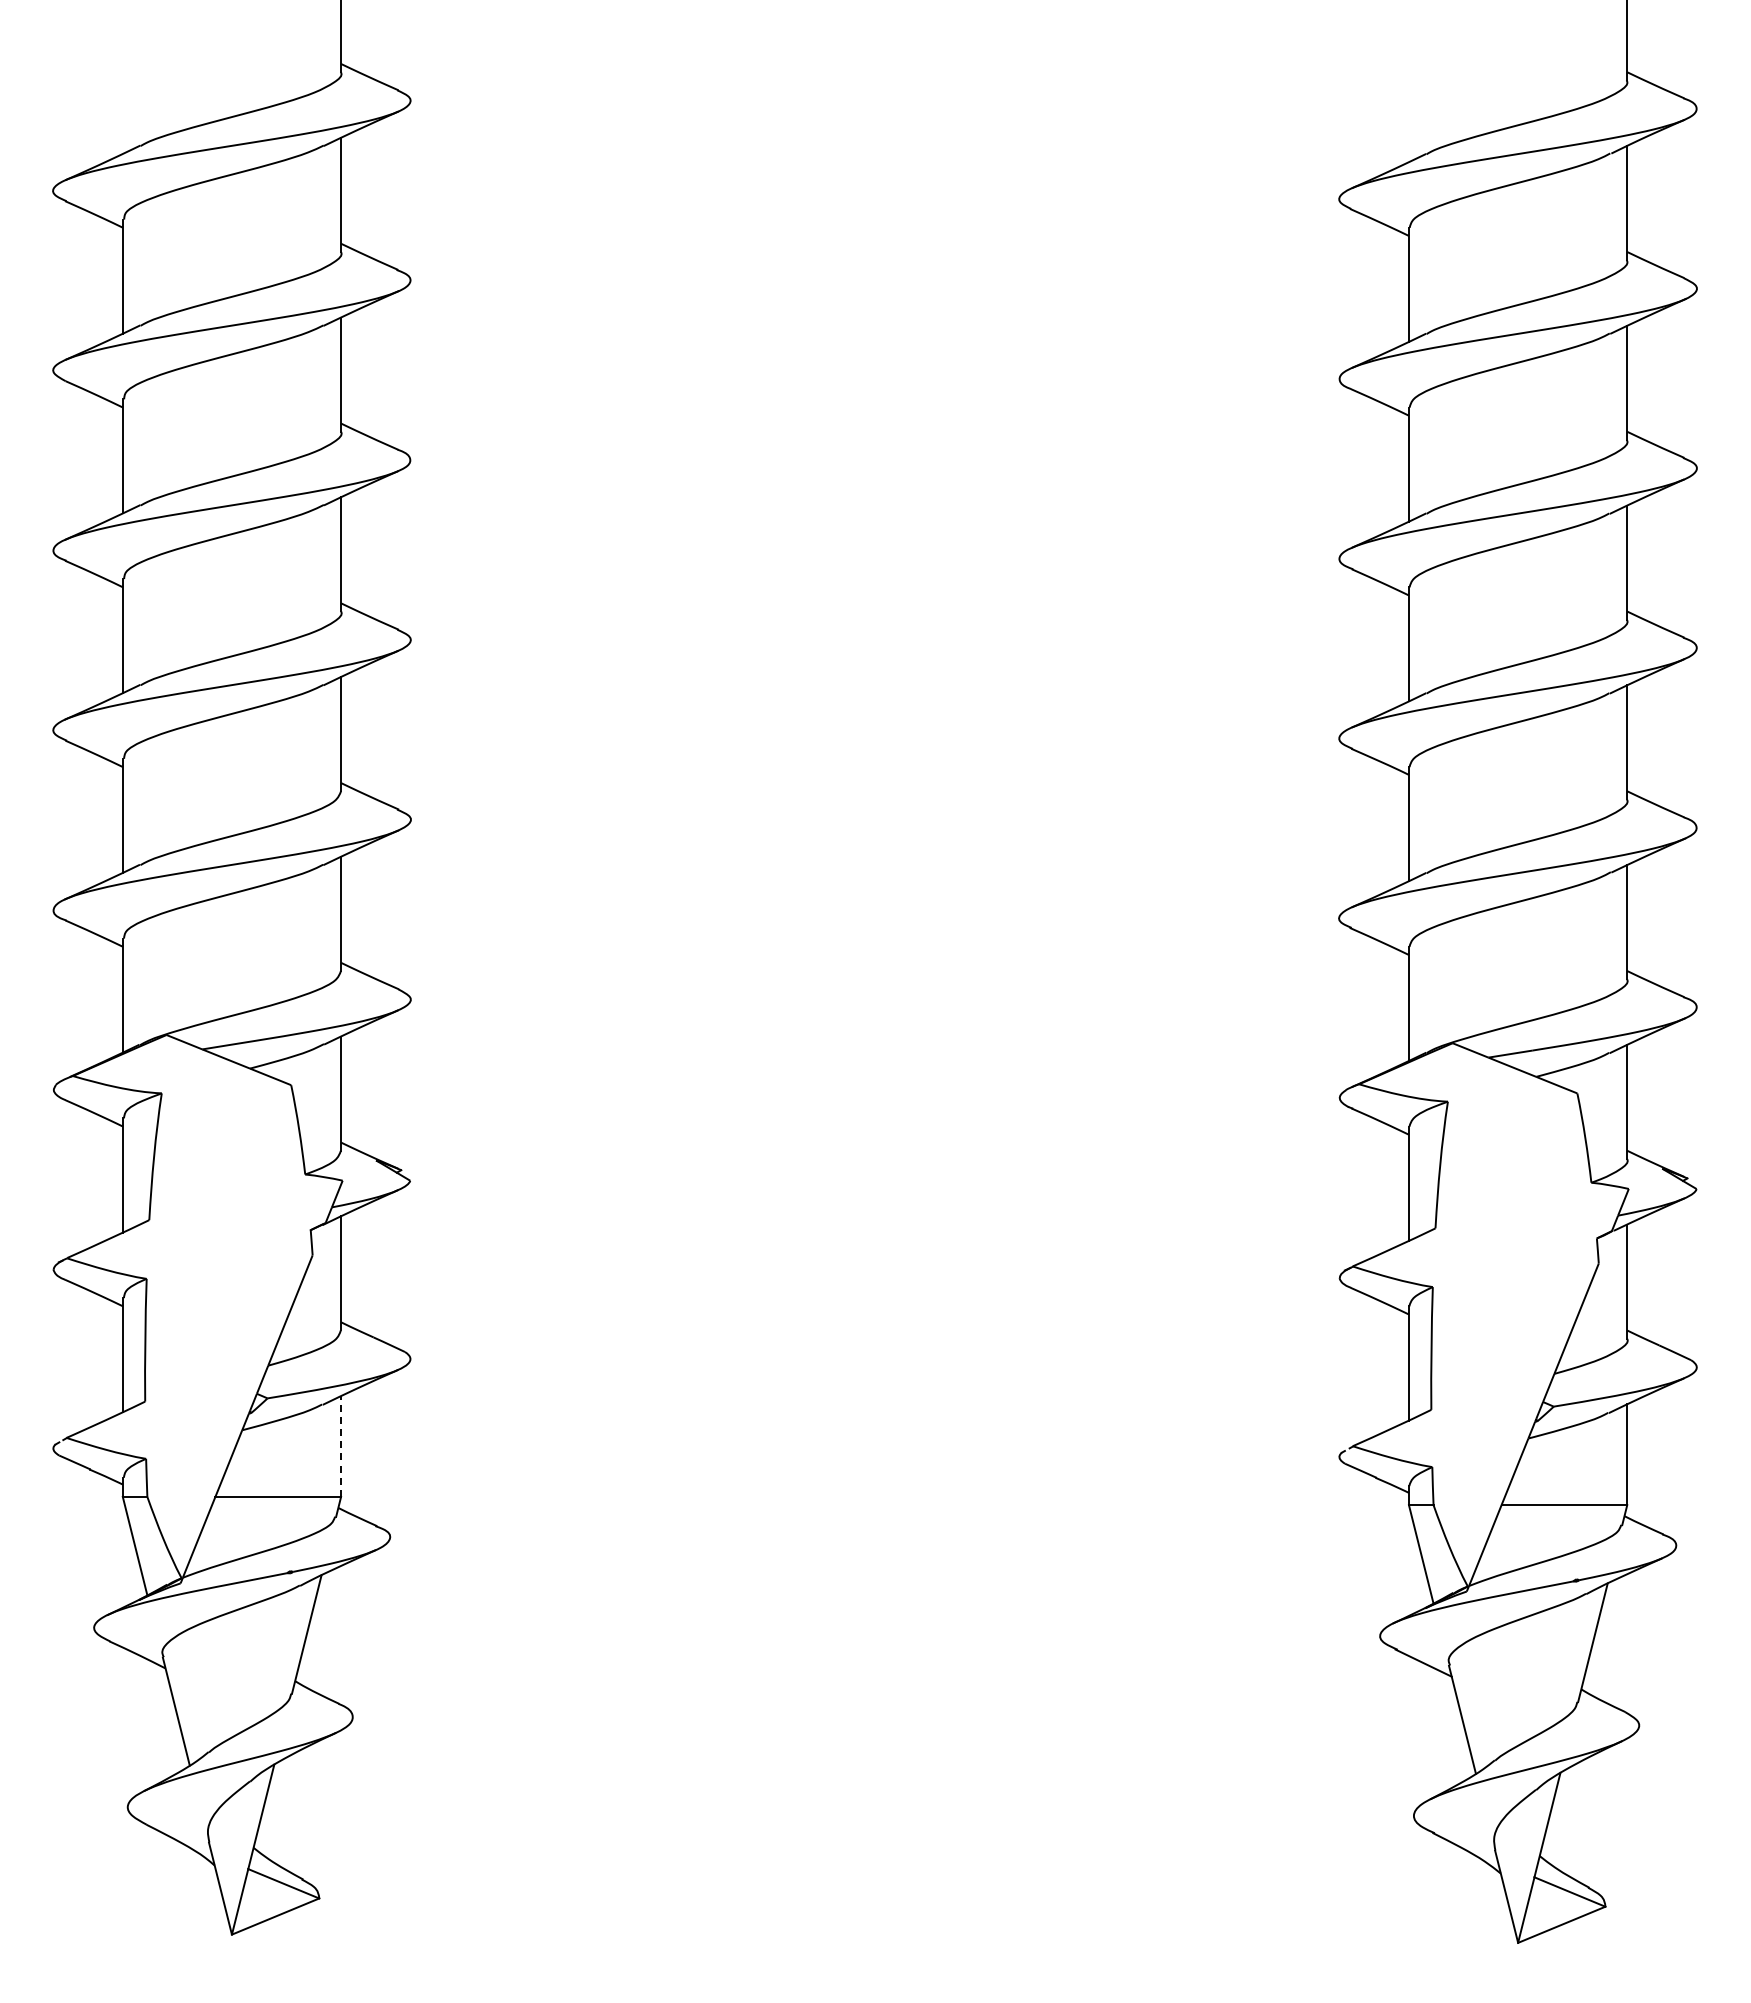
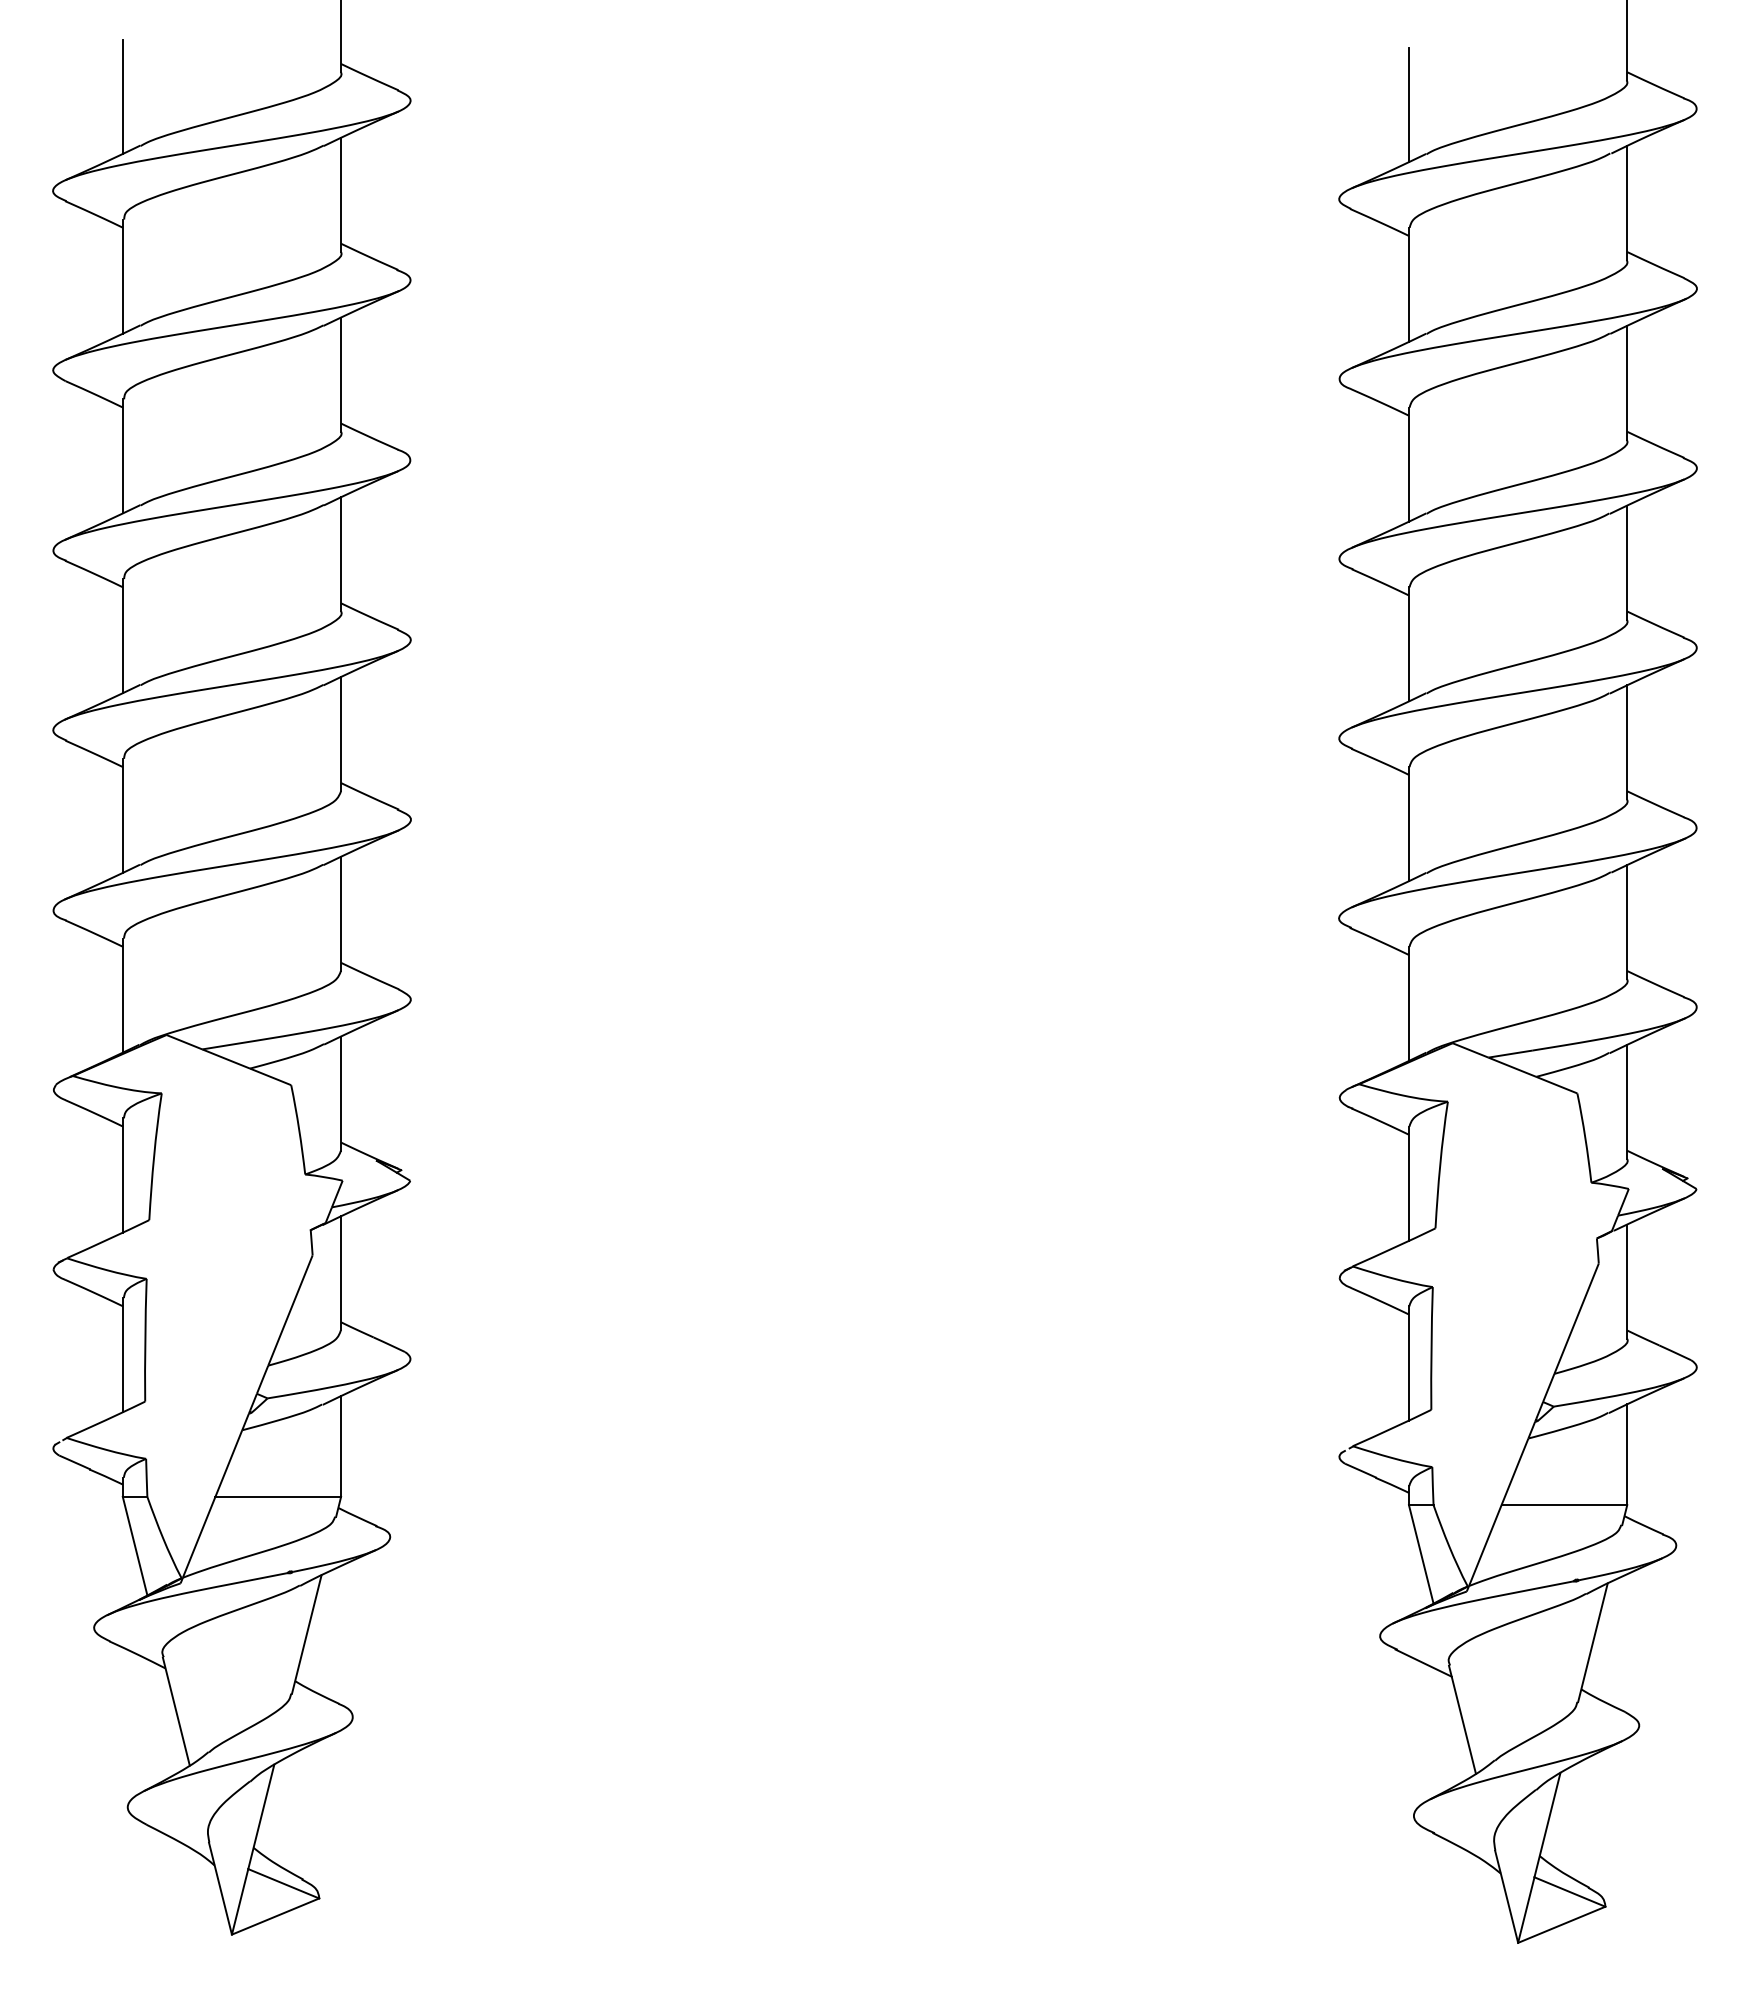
line at (122, 96): none -> present
line at (1408, 105): none -> present
line at (341, 1446): dashed -> solid
